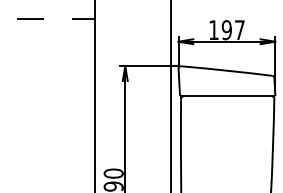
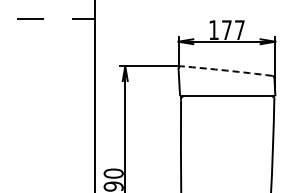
text at (226, 30): 197 -> 177
arc at (226, 70): solid -> dashed
line at (171, 95): present -> none
